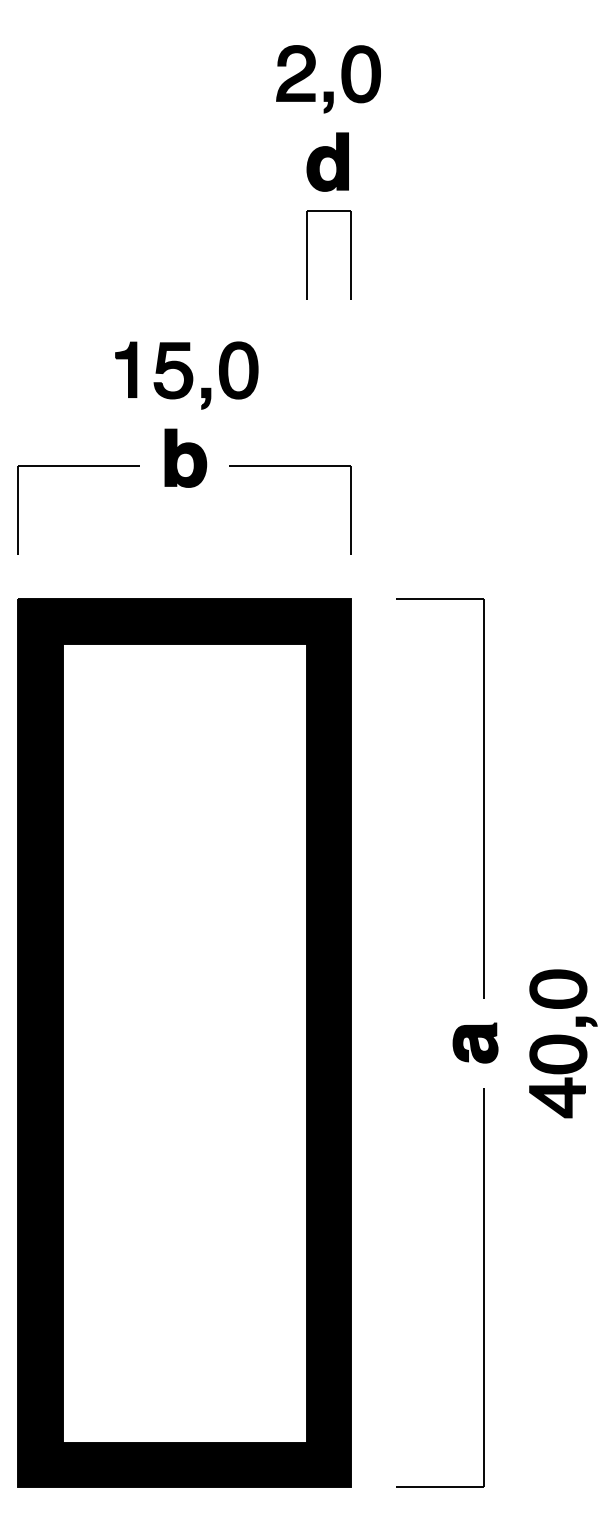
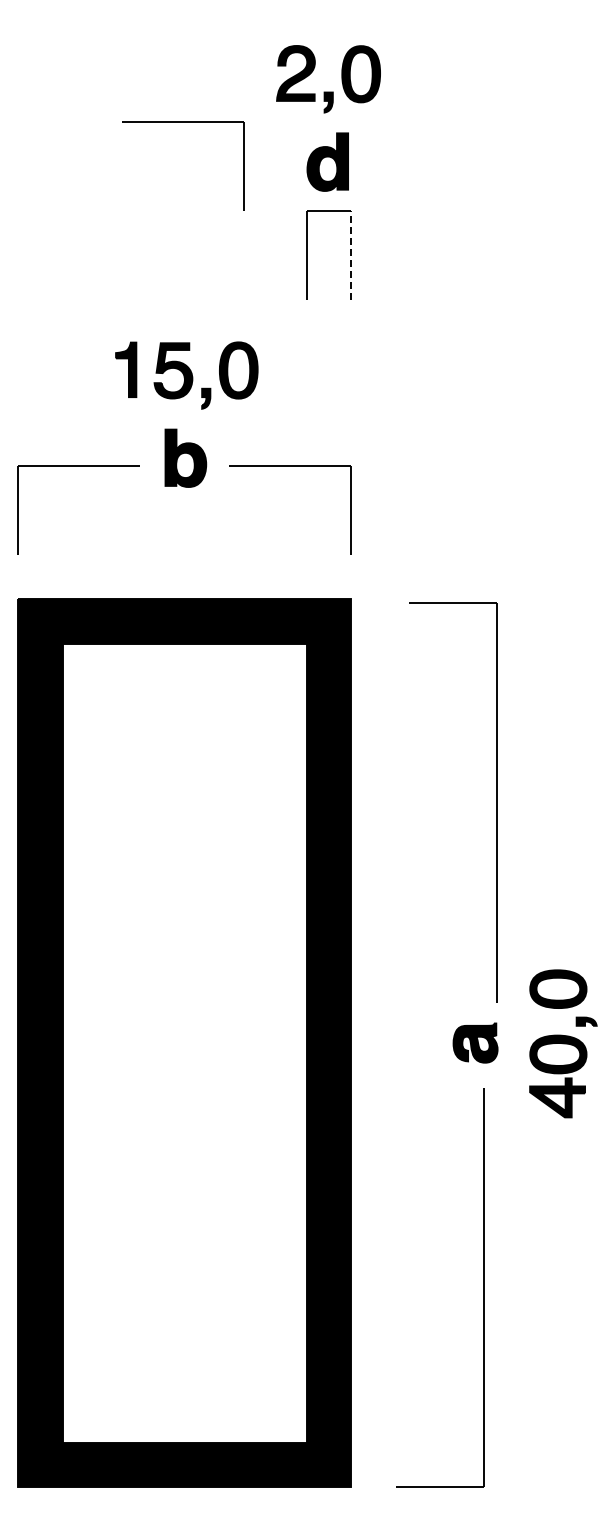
part at (183, 122): none -> present
line at (351, 254): solid -> dashed
part at (483, 798) position: (483, 798) -> (496, 802)
